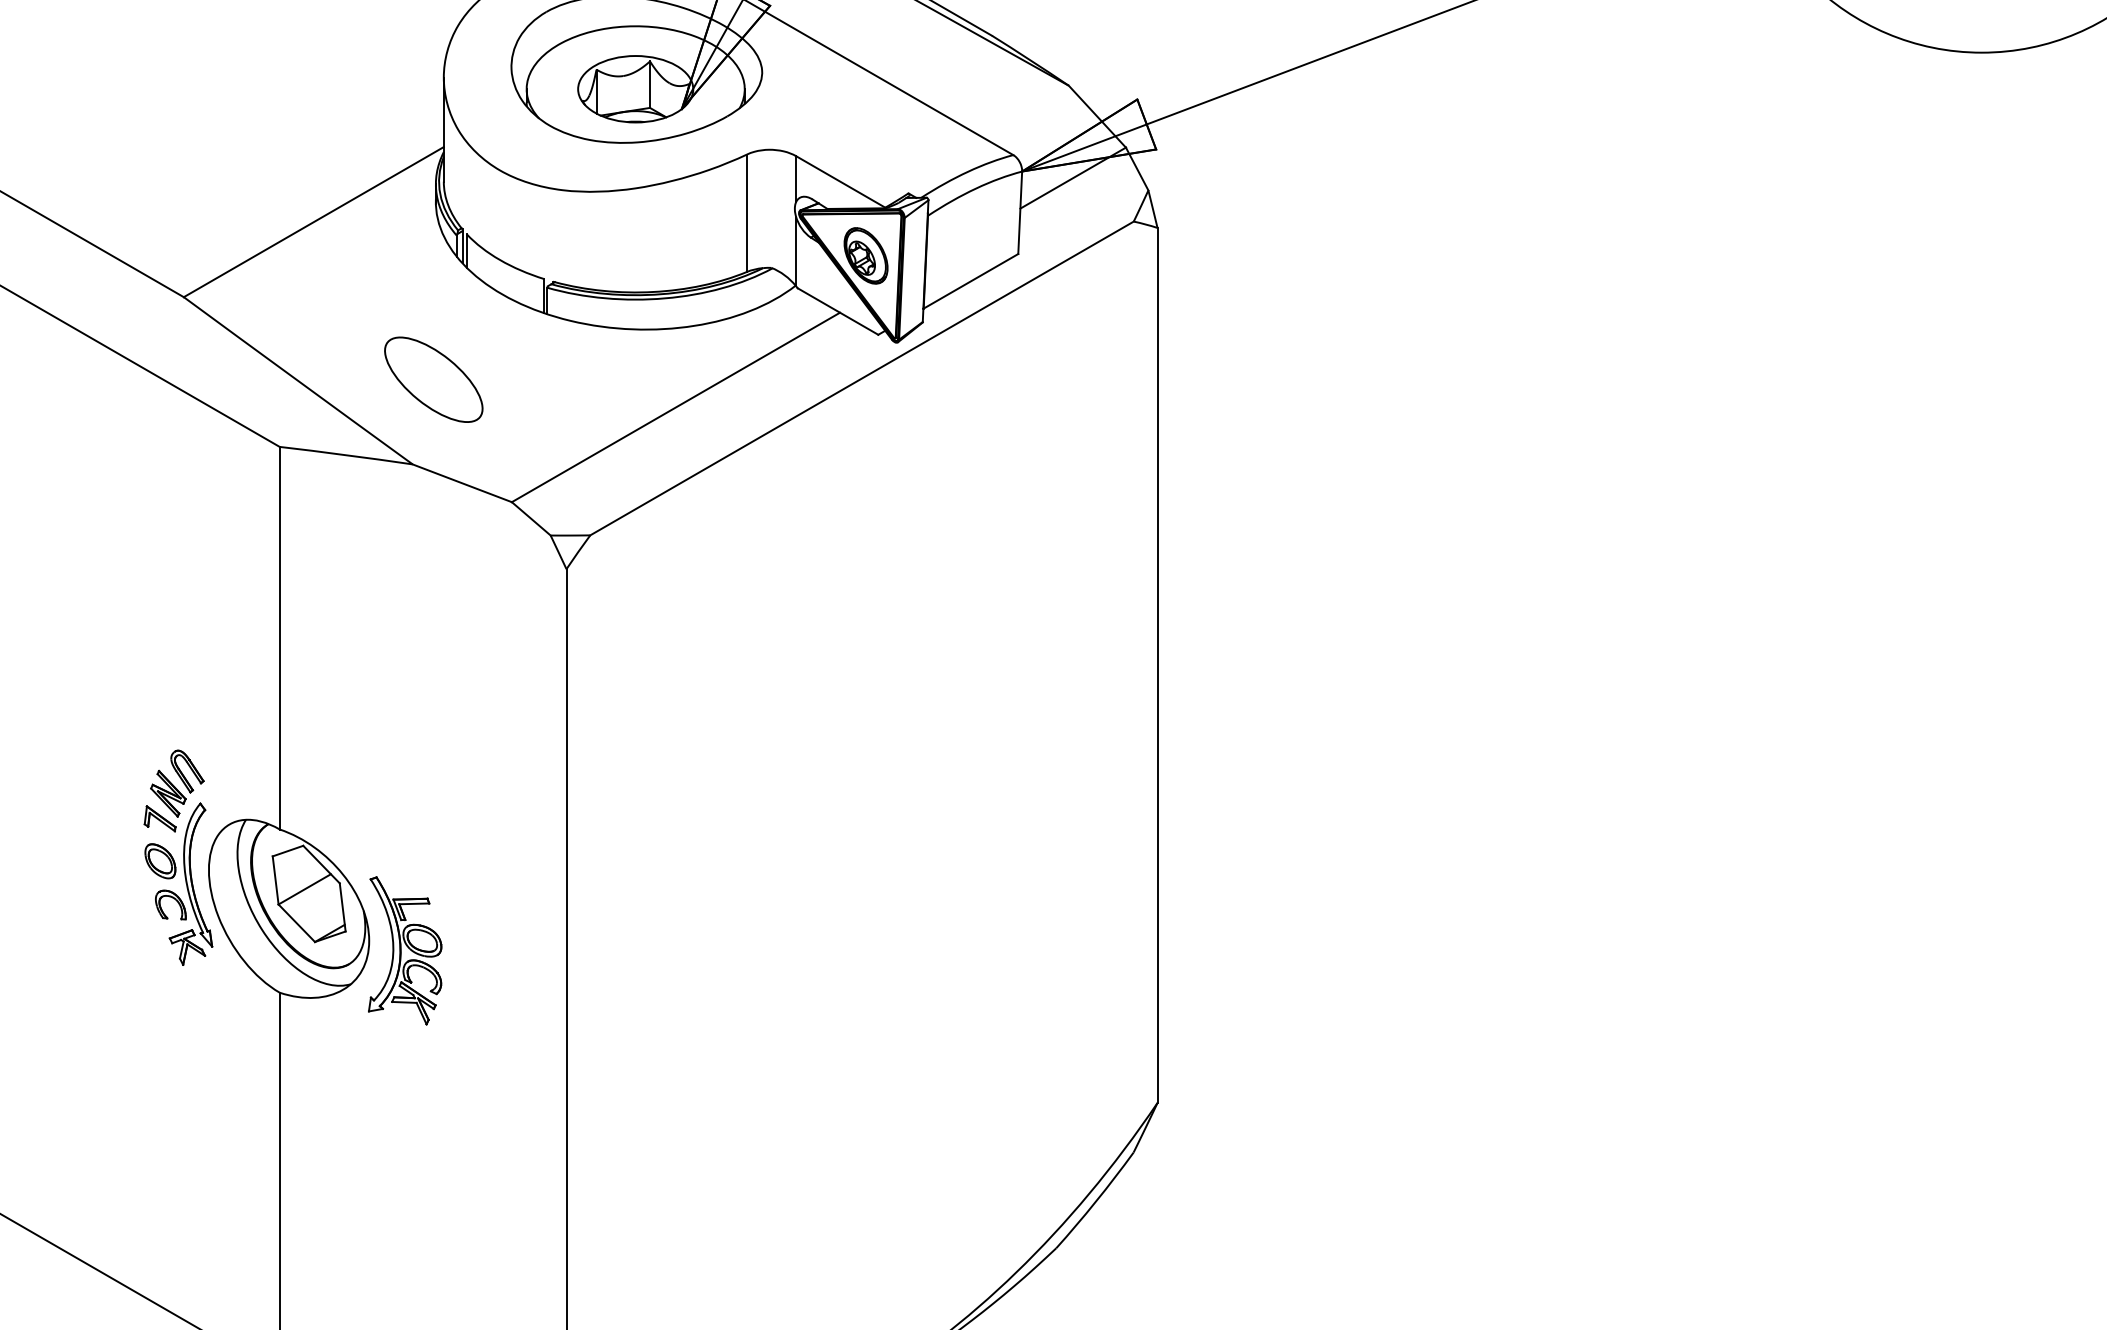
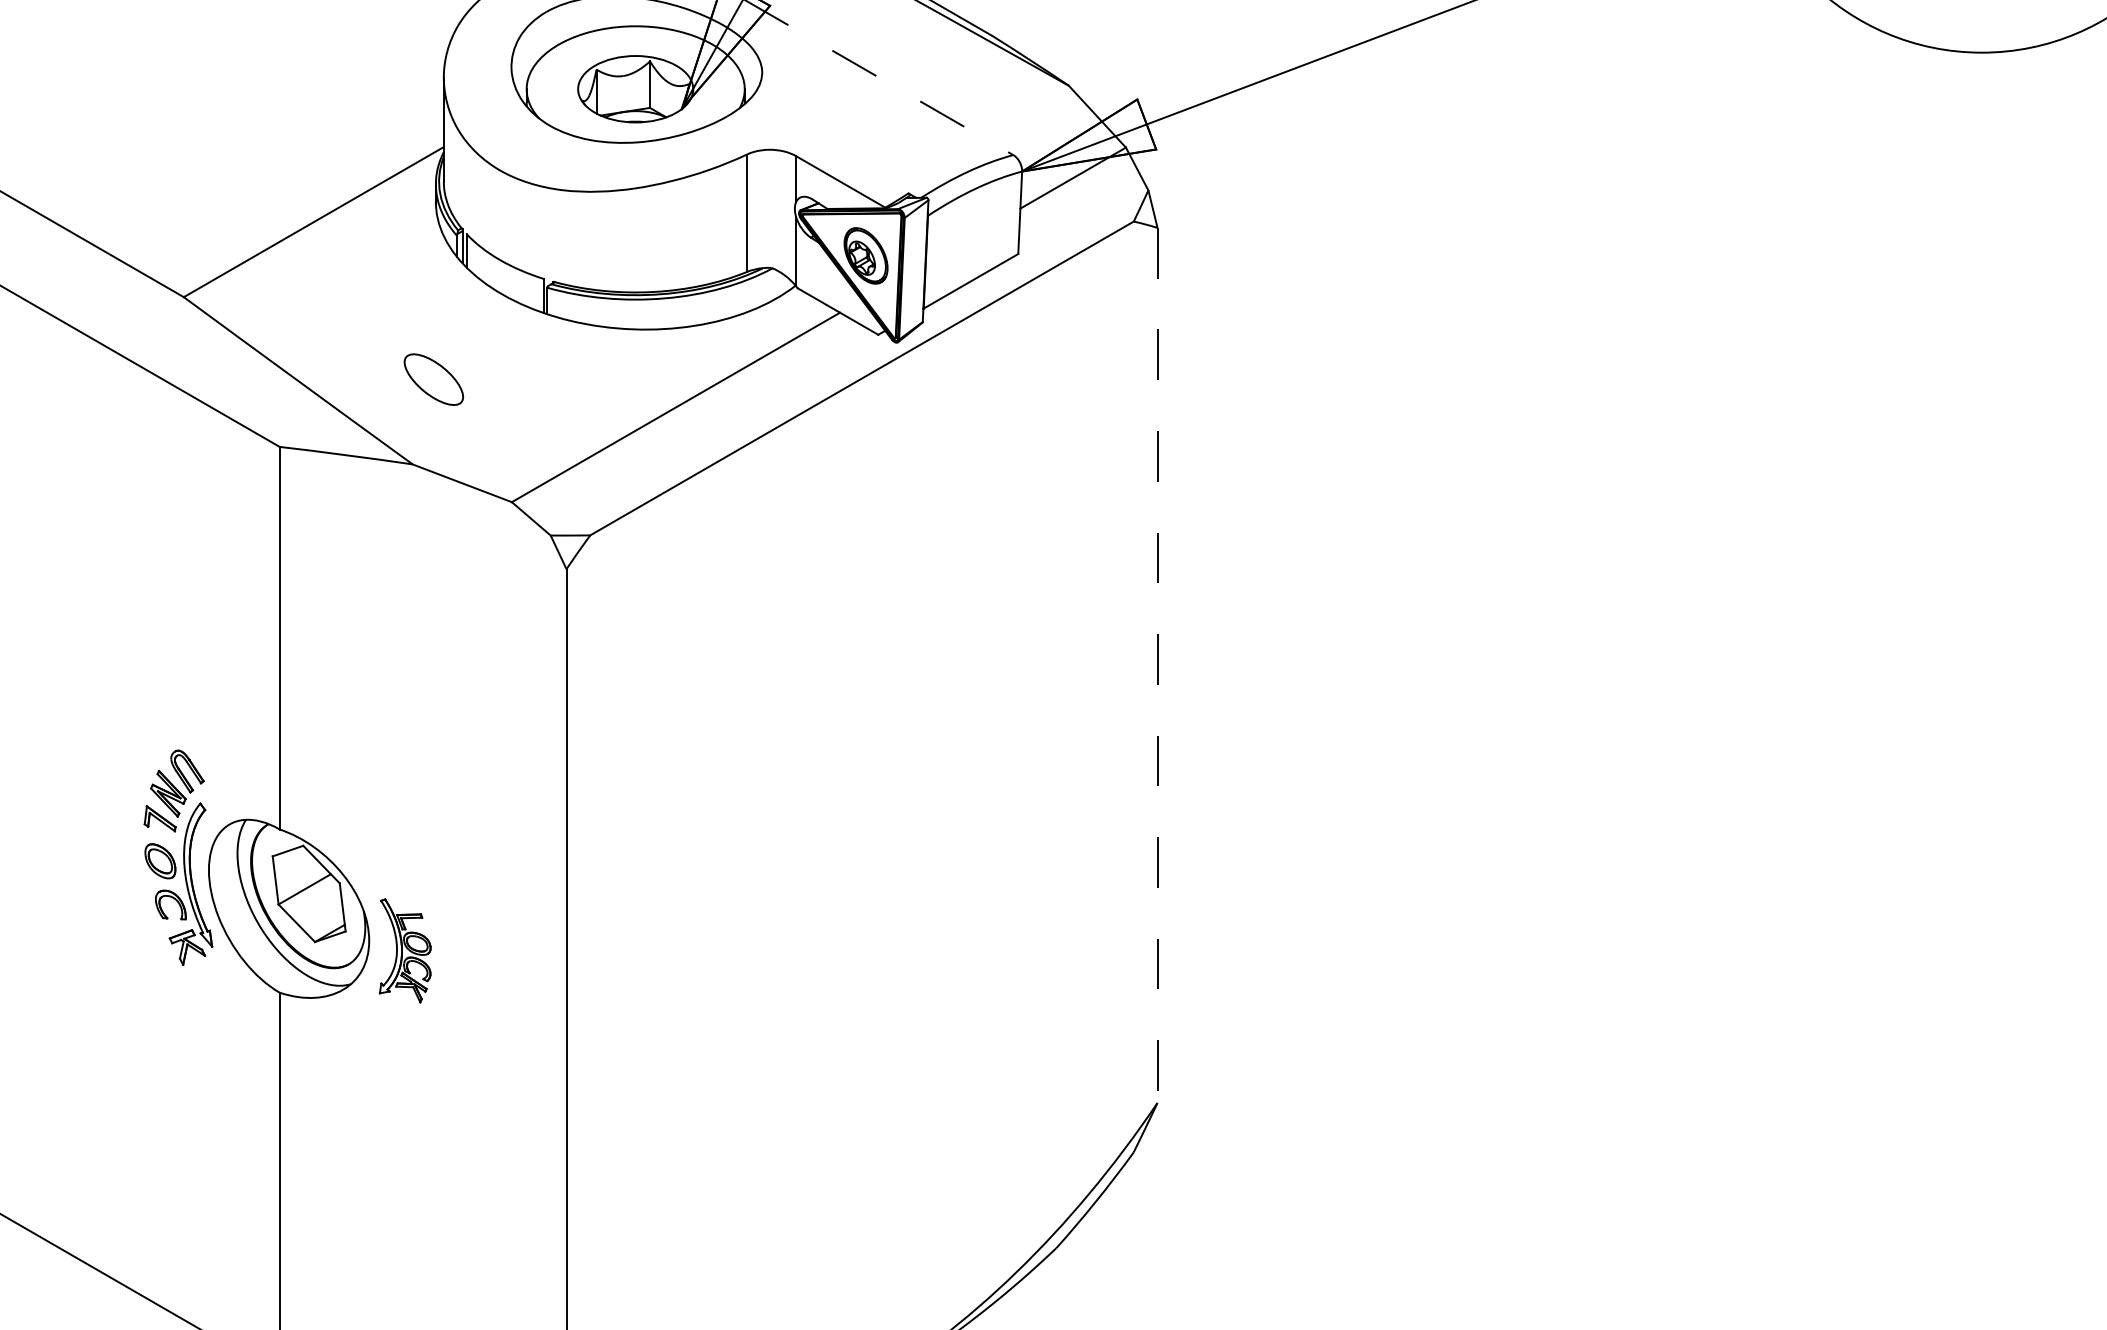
line at (879, 77): solid -> dashed
part at (433, 379) size: 100x87 px -> 62x53 px
line at (1157, 665): solid -> dashed
part at (405, 950) size: 75x150 px -> 54x106 px
